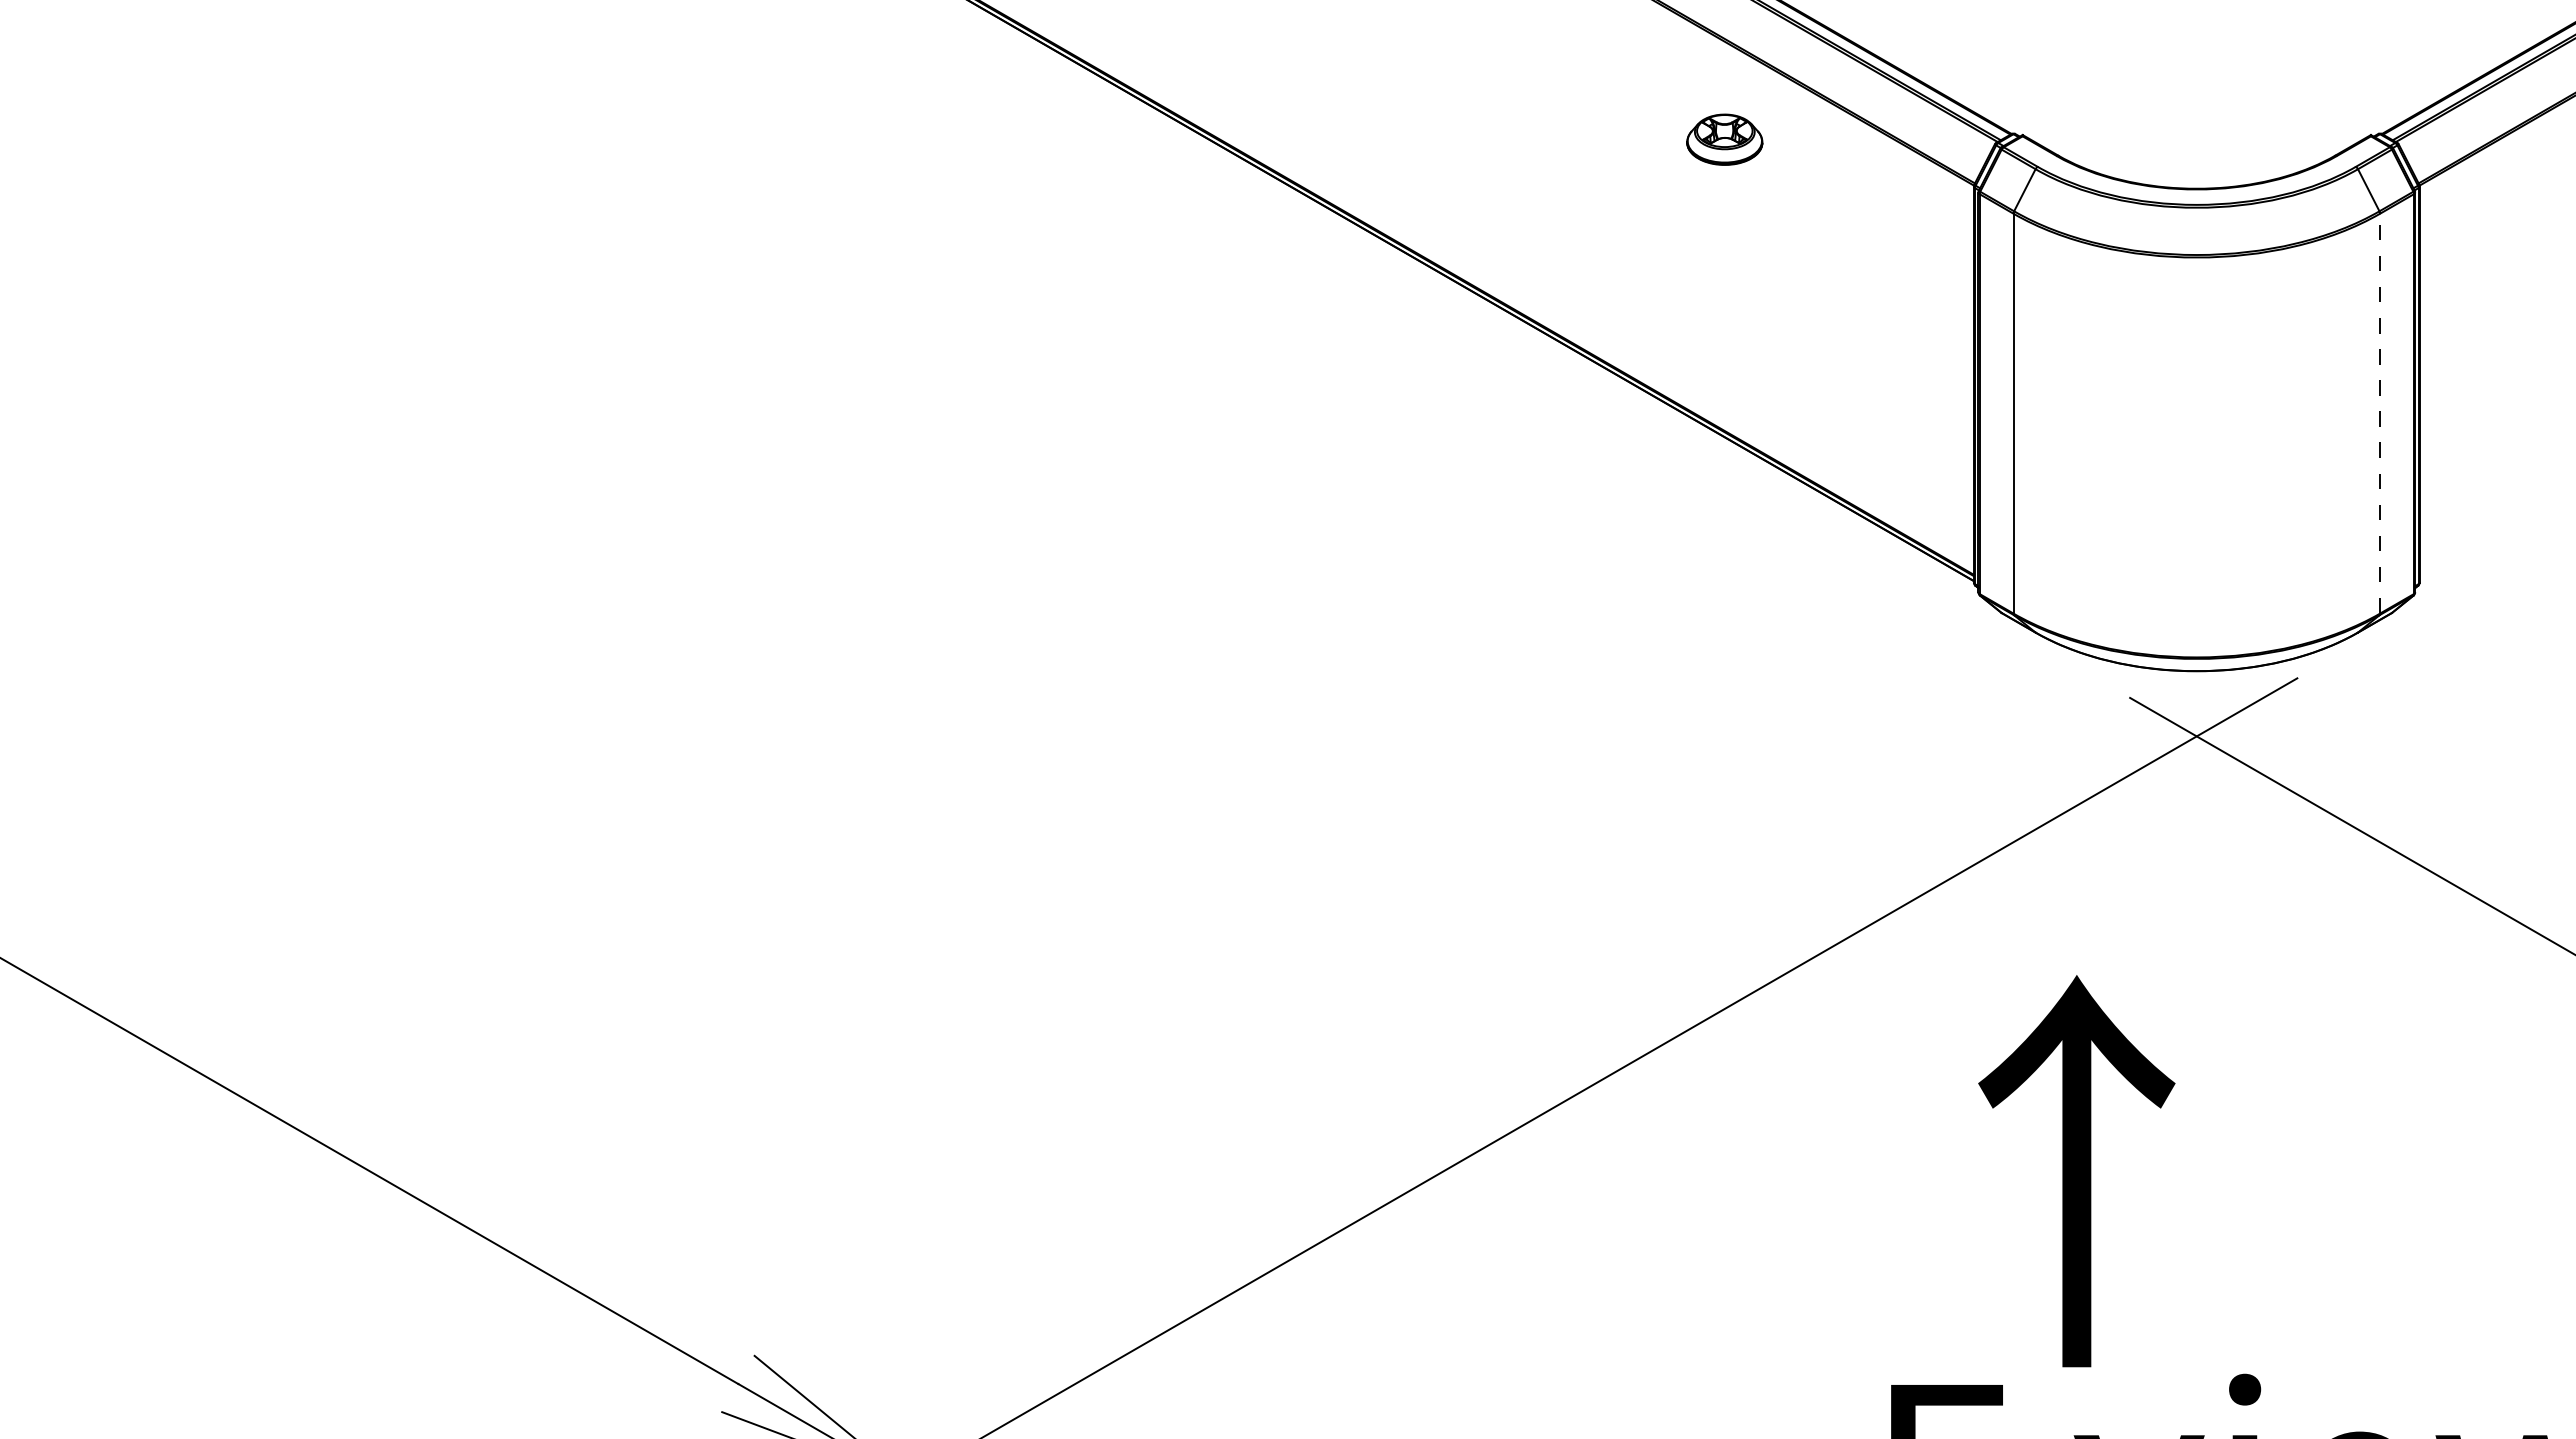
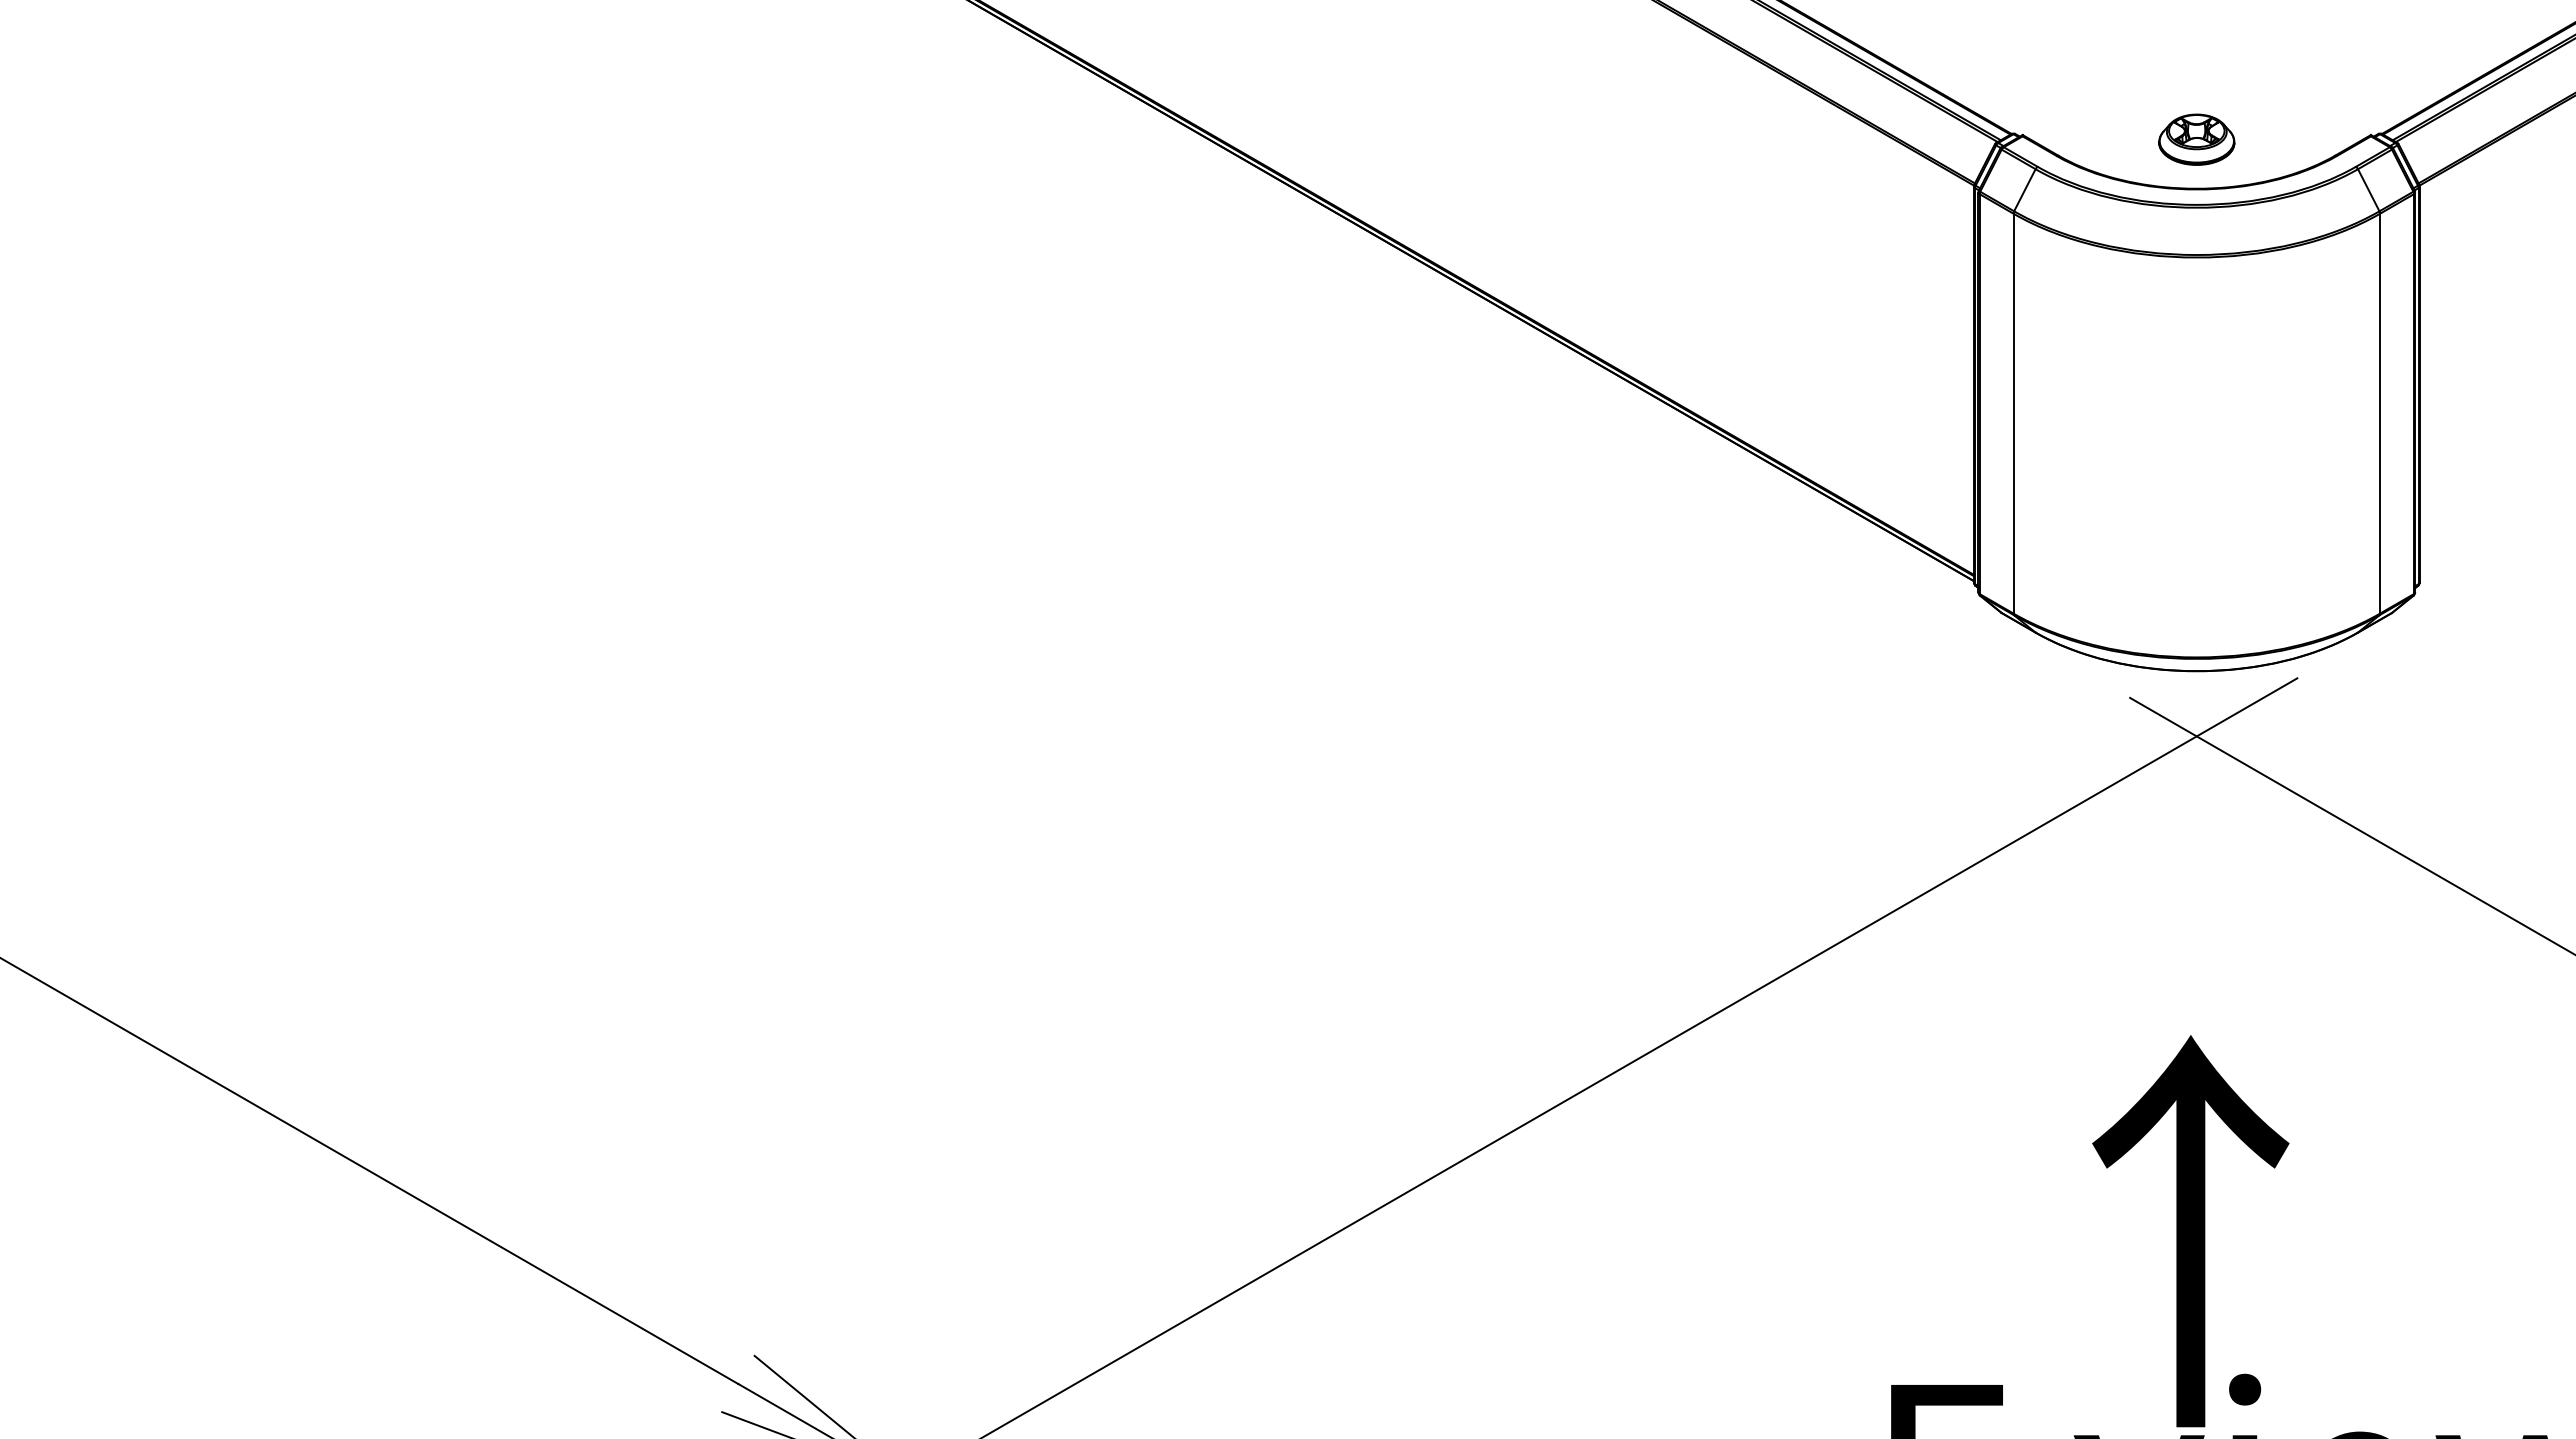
part at (1724, 139) position: (1724, 139) -> (2196, 139)
line at (2380, 413): dashed -> solid
text at (2076, 1171) position: (2076, 1171) -> (2190, 1231)
